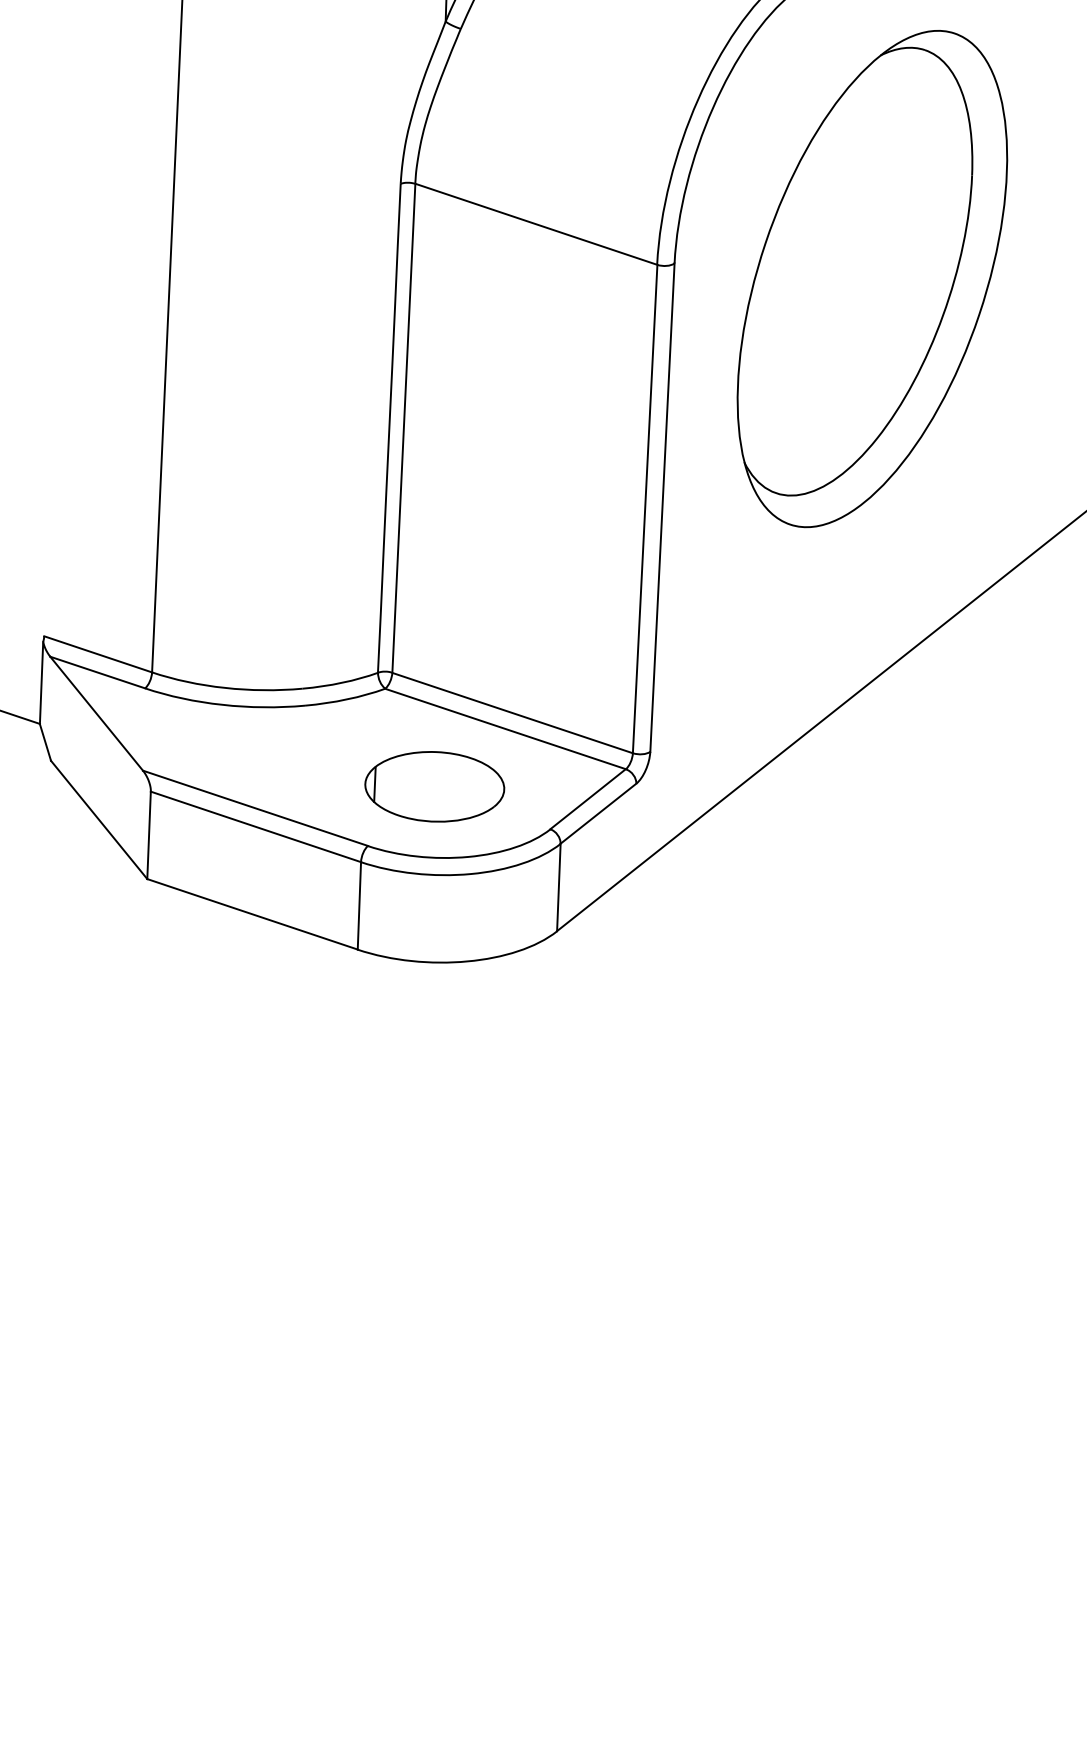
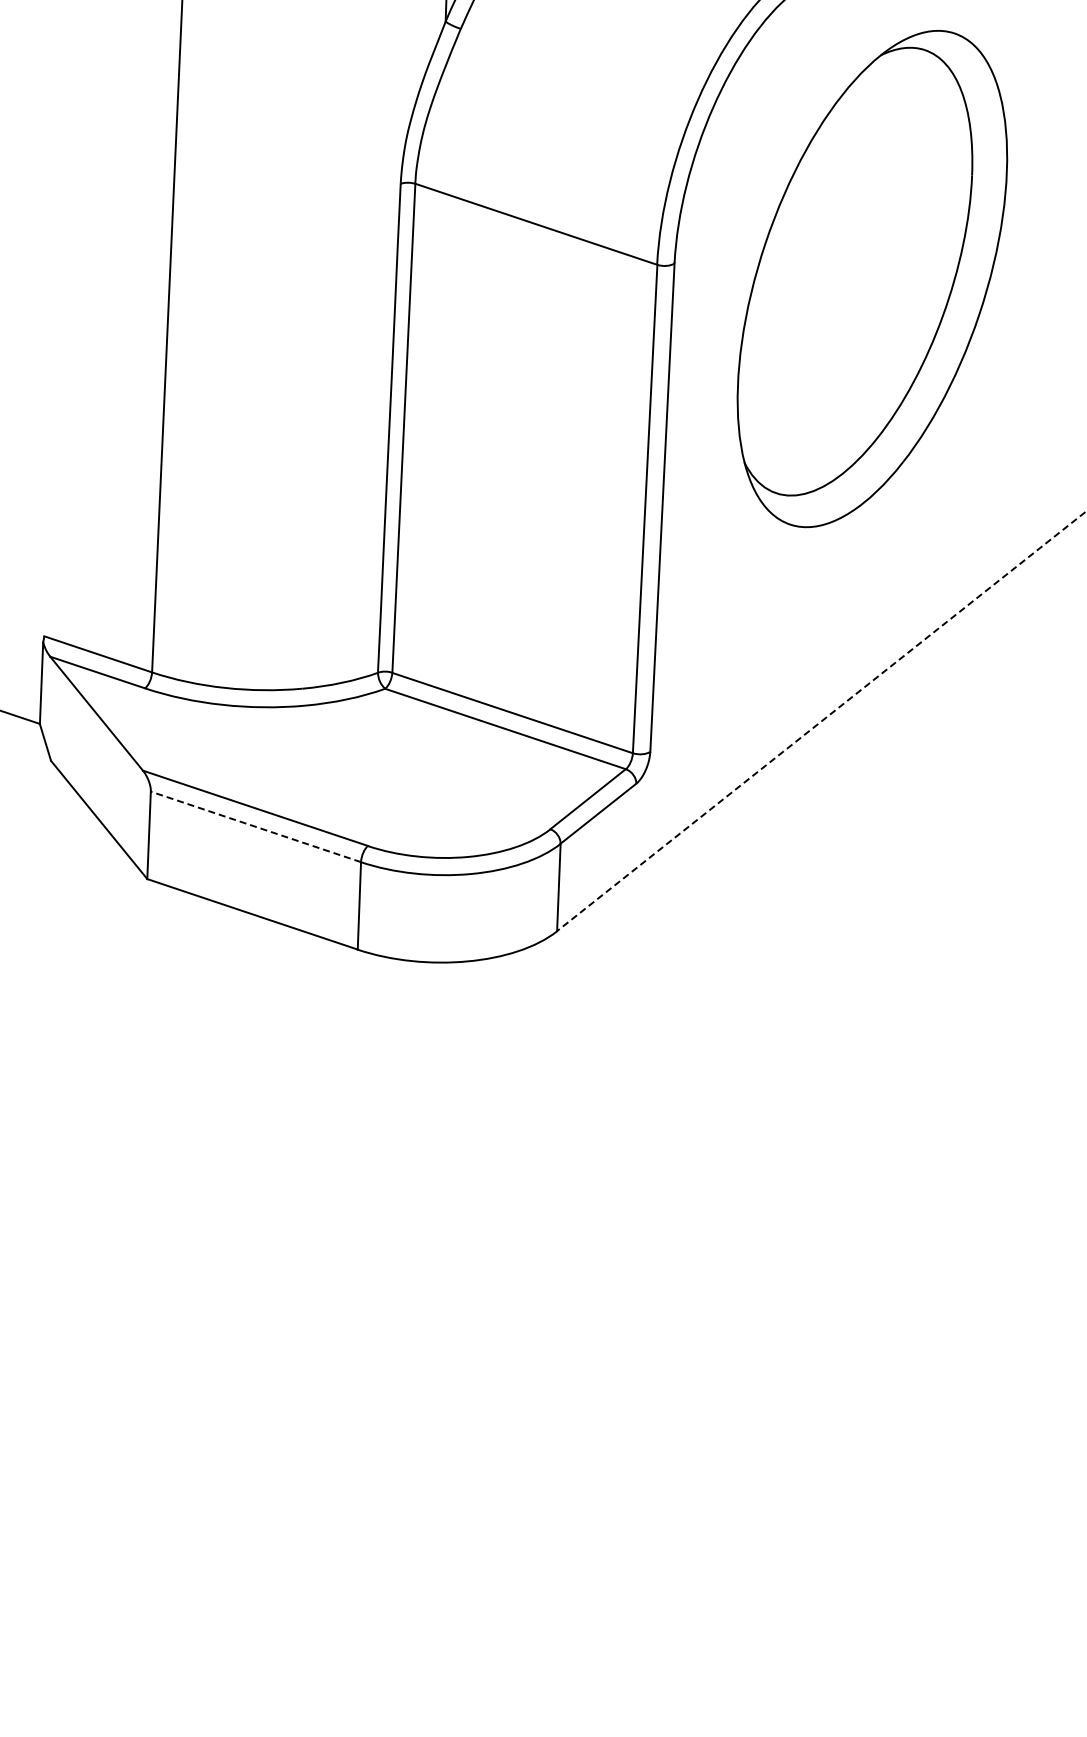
line at (821, 721): solid -> dashed
part at (434, 786): present -> none
line at (255, 826): solid -> dashed
